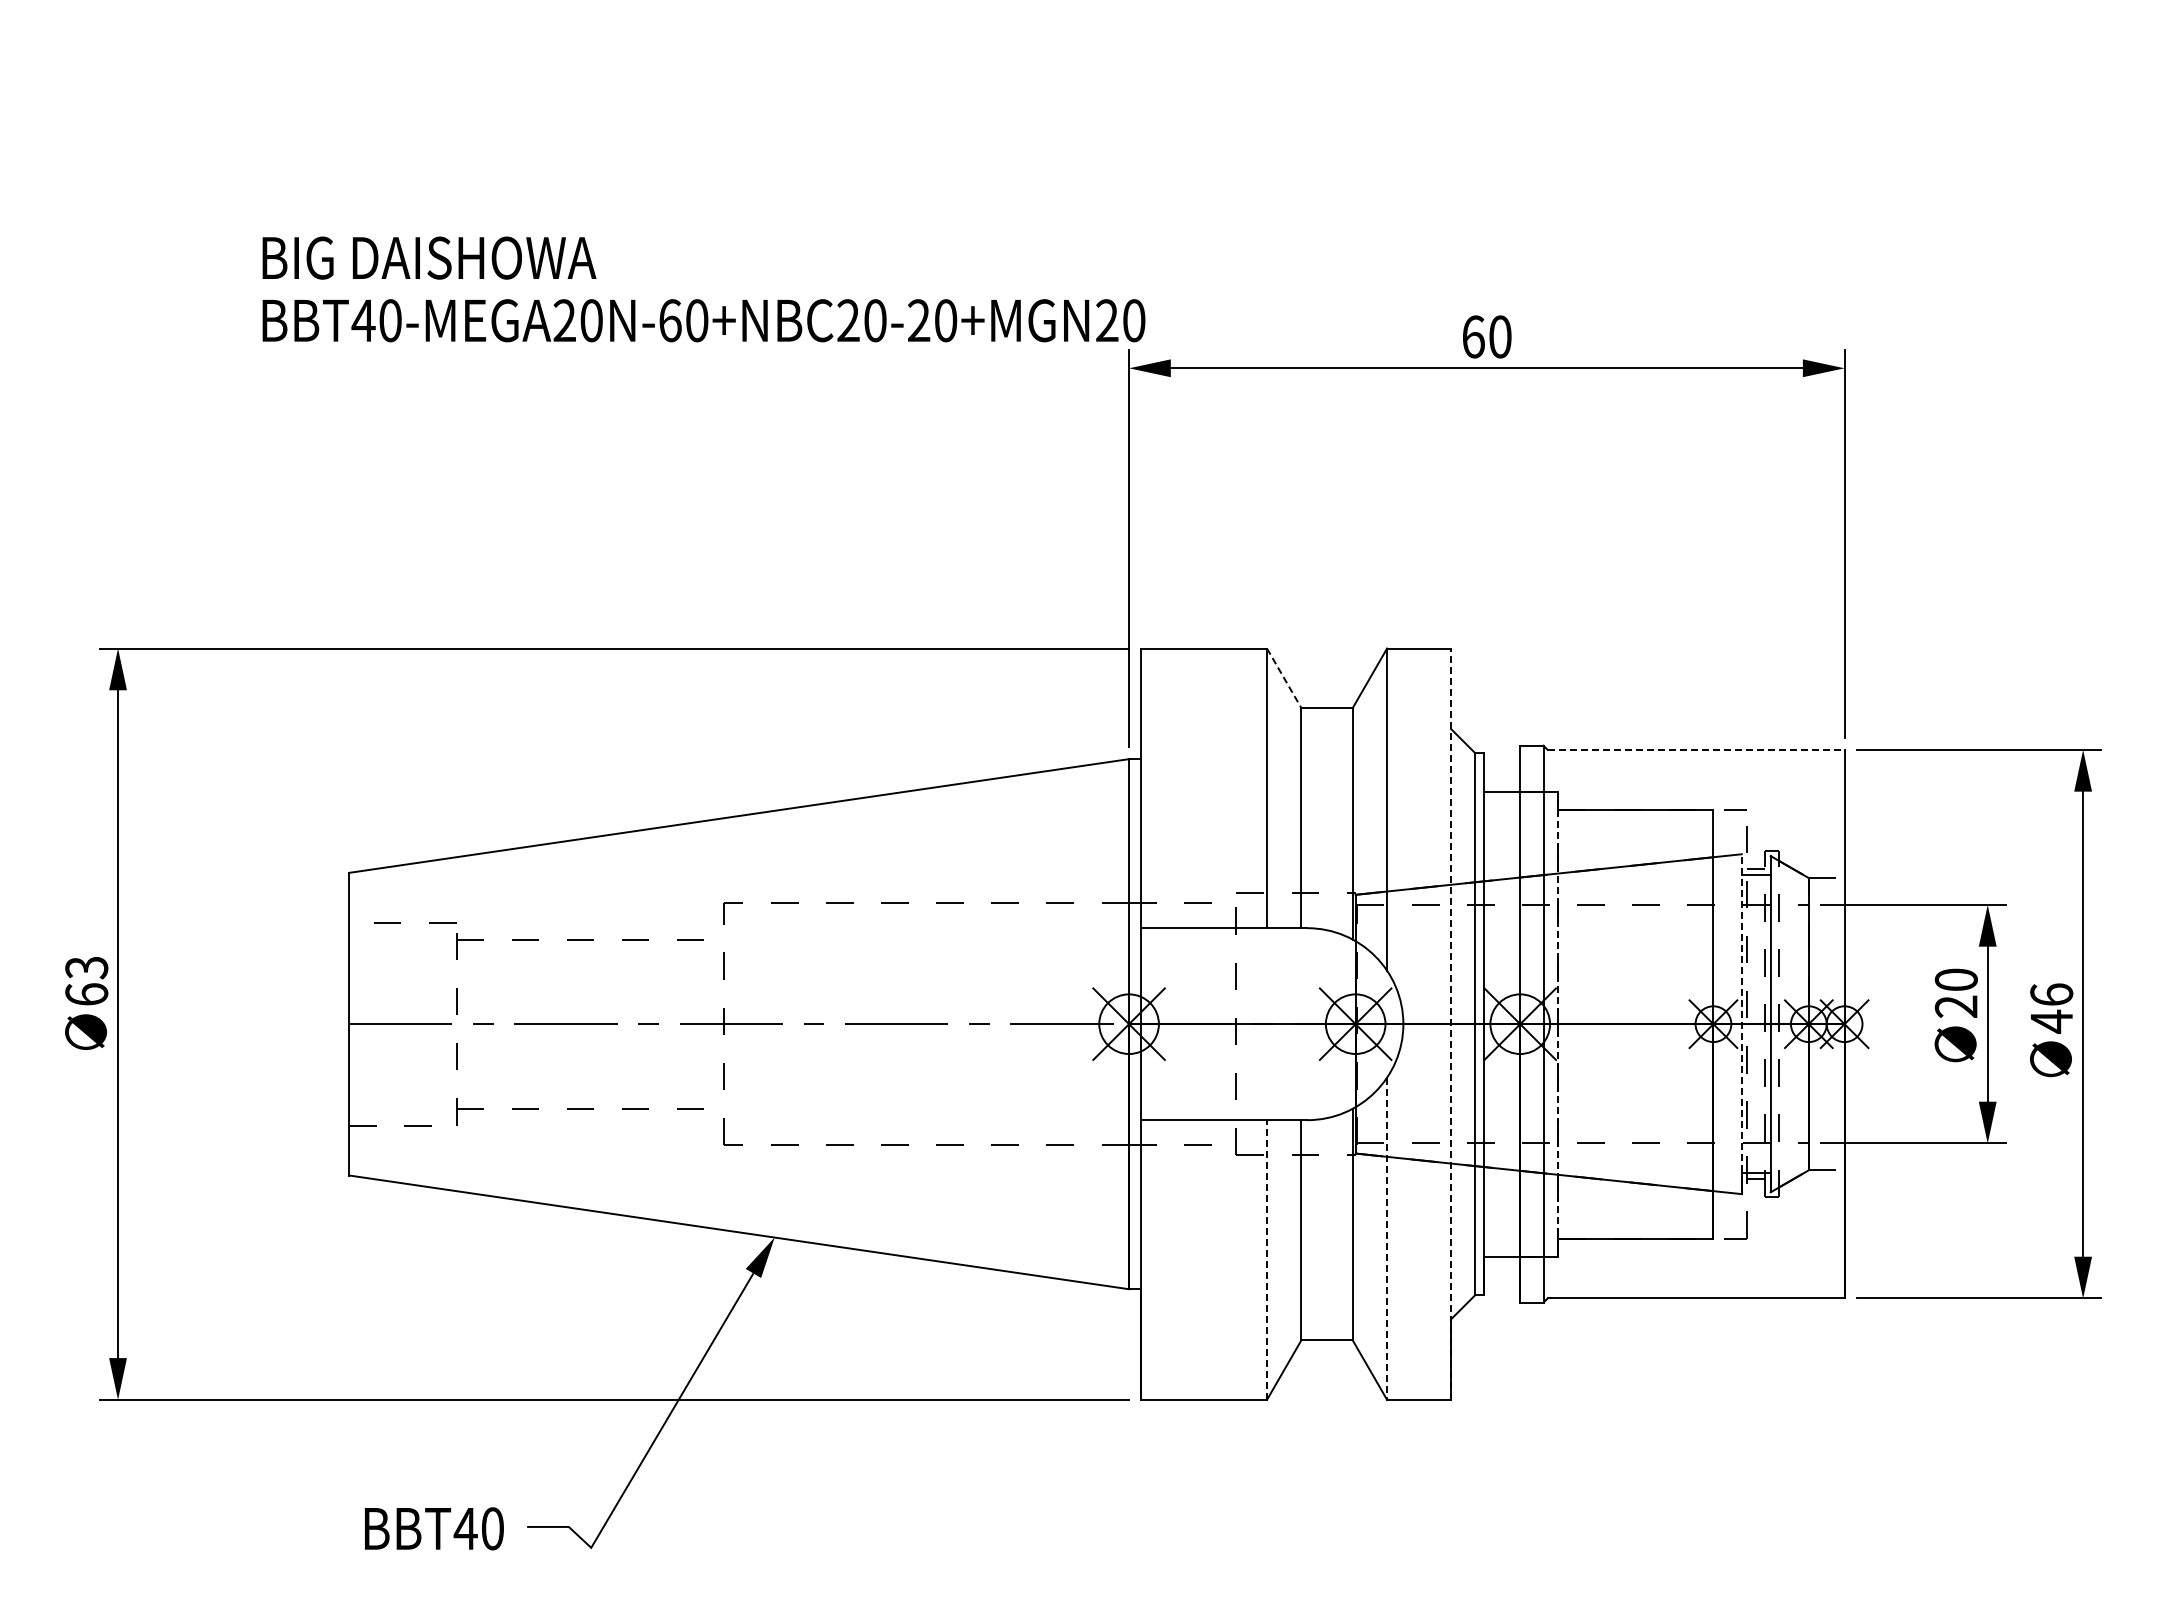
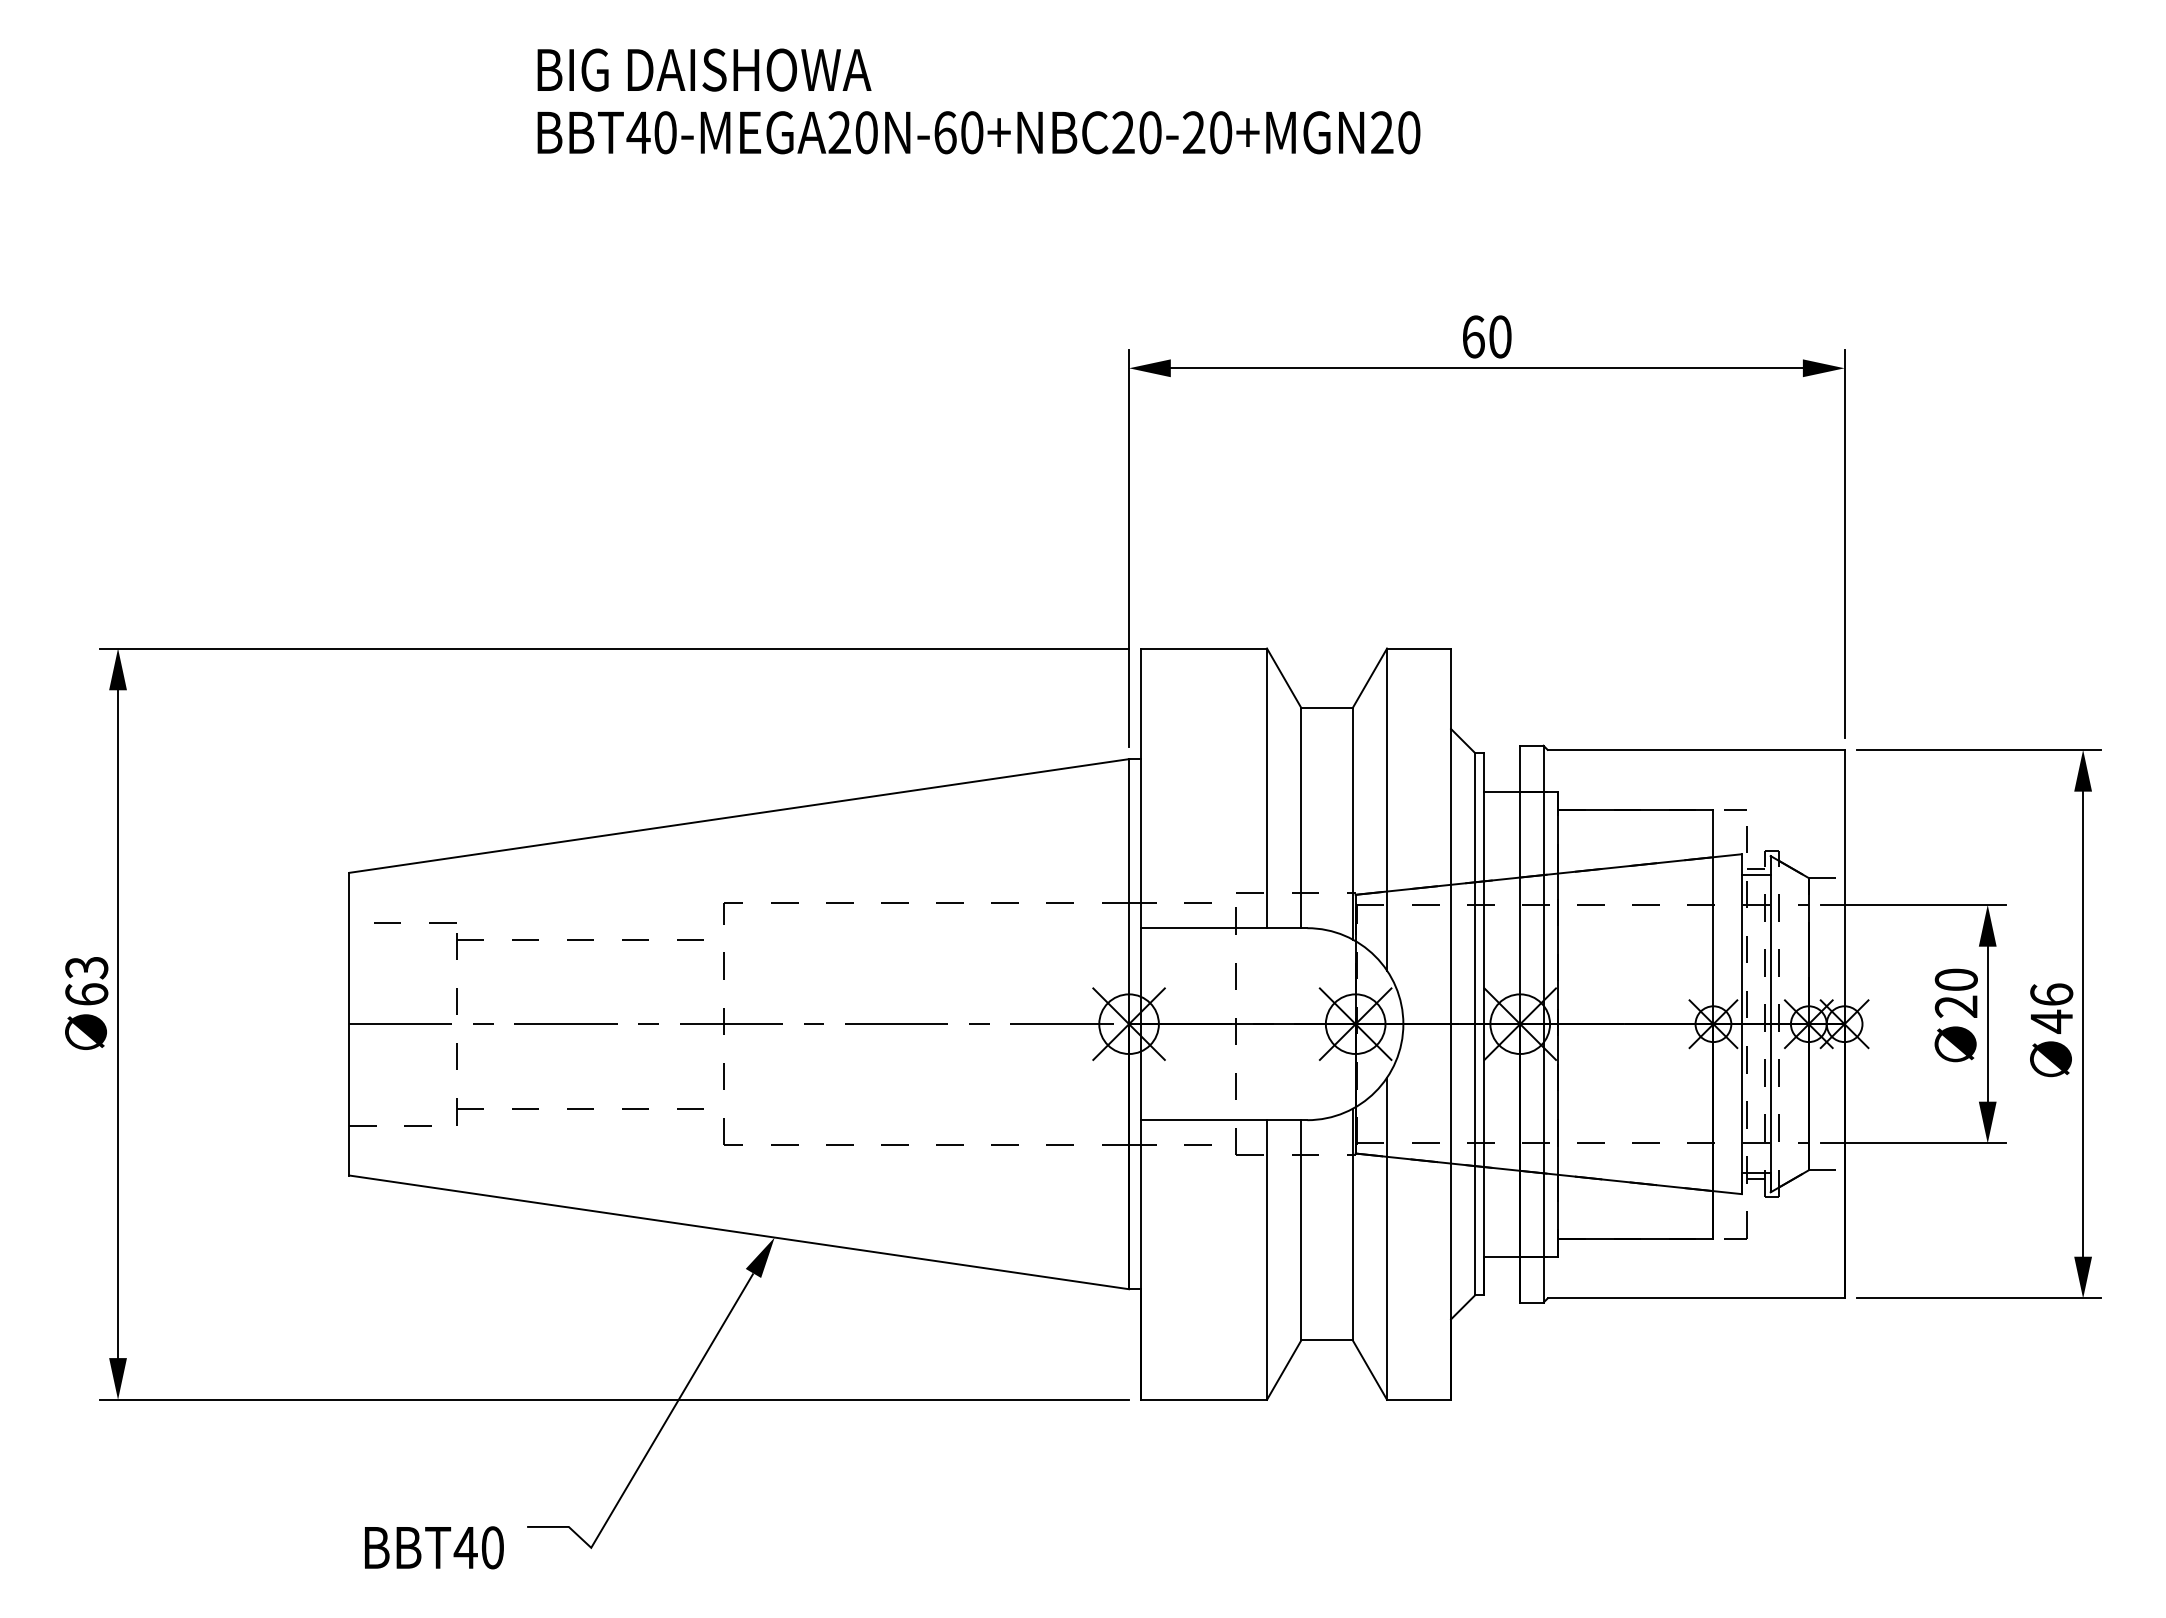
text at (703, 289) position: (703, 289) -> (978, 101)
line at (1284, 678): dashed -> solid
line at (1696, 749): dashed -> solid
line at (1451, 1024): dashed -> solid
line at (1558, 1024): dashed -> solid
line at (1741, 1024): dashed -> solid
line at (1387, 1239): dashed -> solid
line at (1267, 1260): dashed -> solid
text at (434, 1528) position: (434, 1528) -> (434, 1547)
